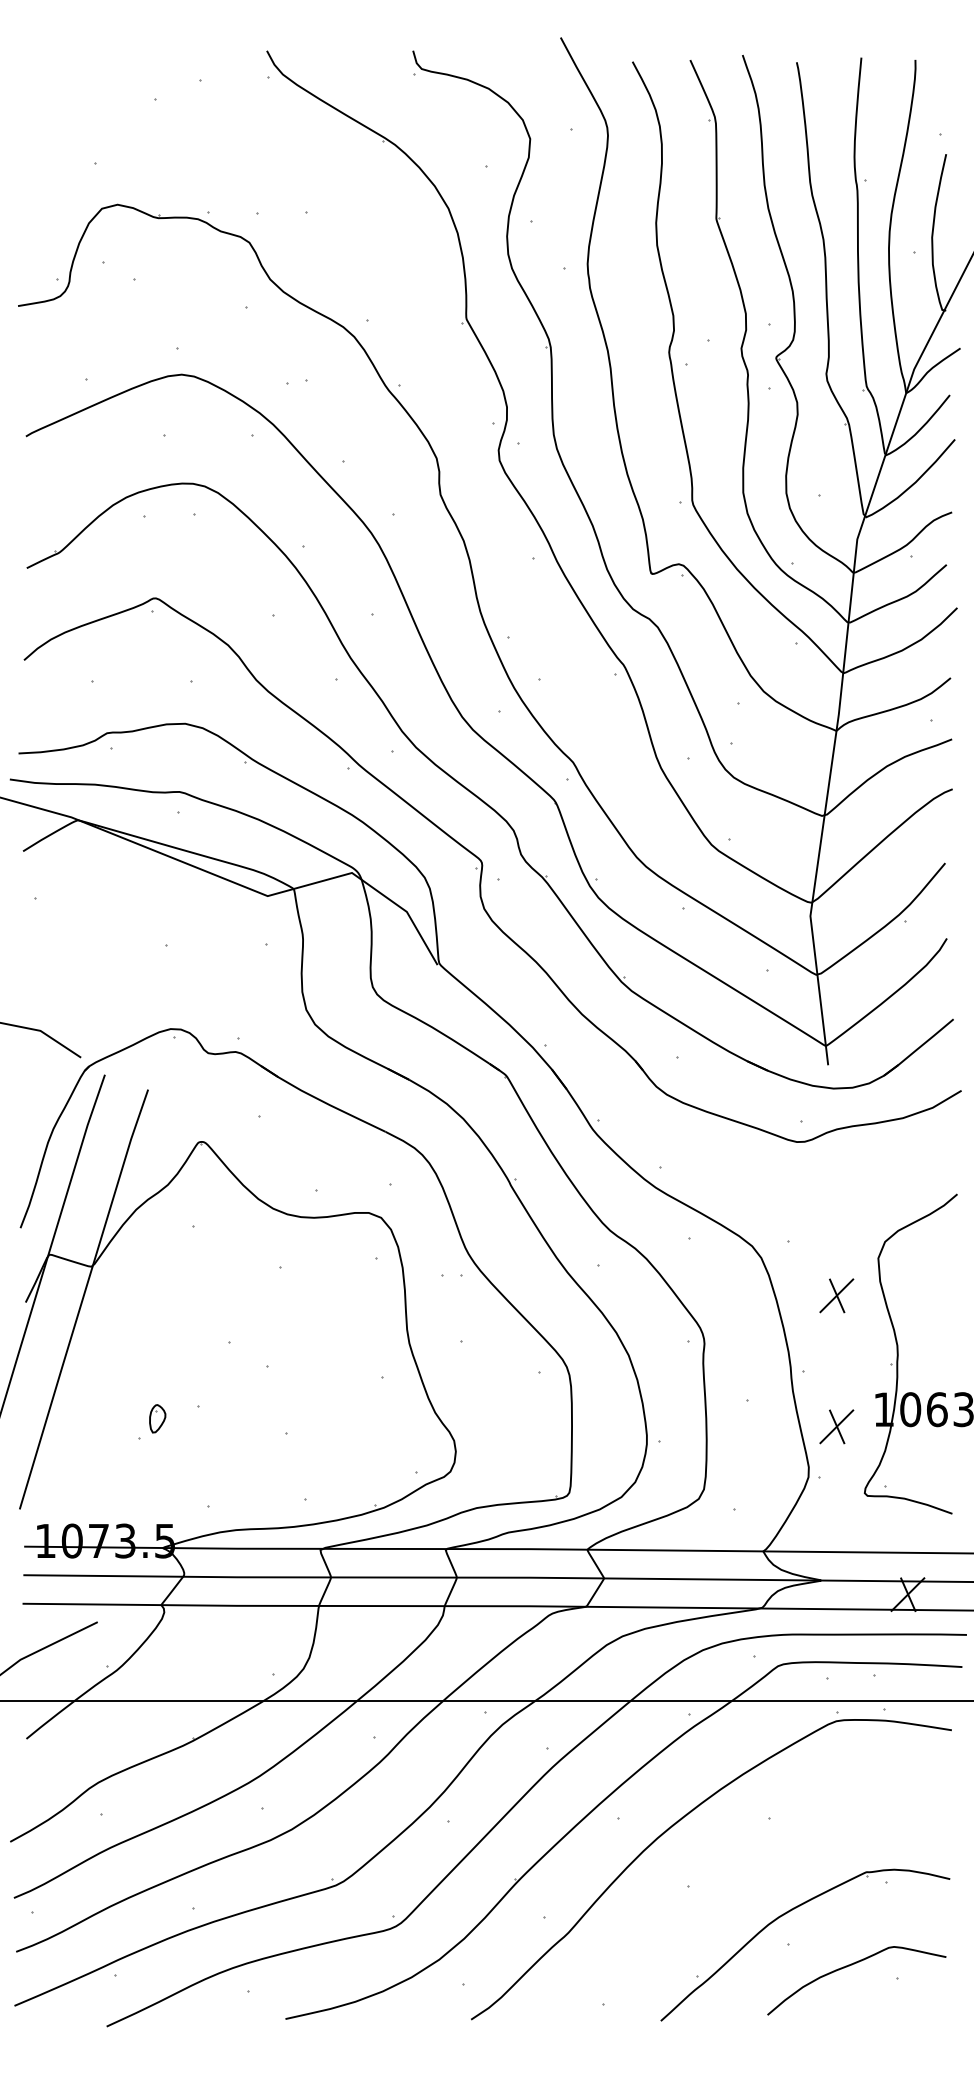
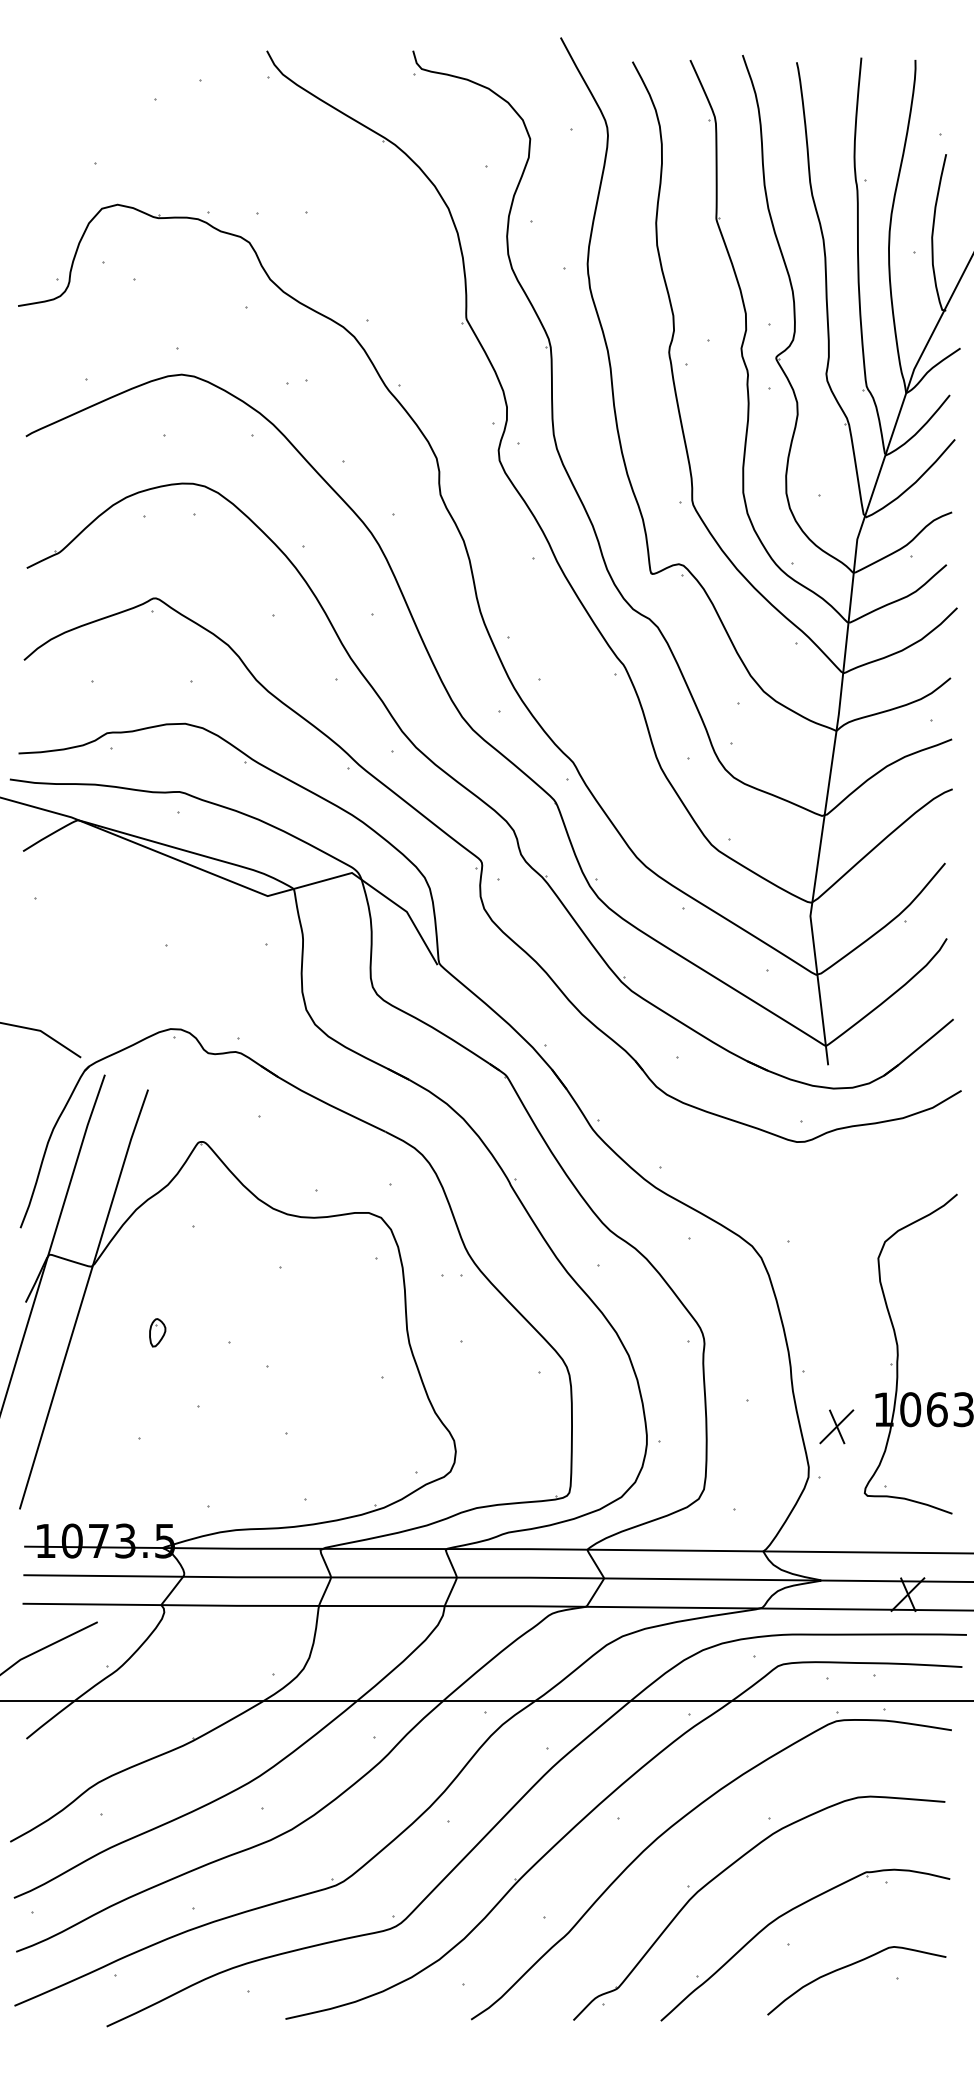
part at (836, 1295): present -> none
part at (157, 1418) position: (157, 1418) -> (157, 1332)
part at (731, 1866): none -> present
